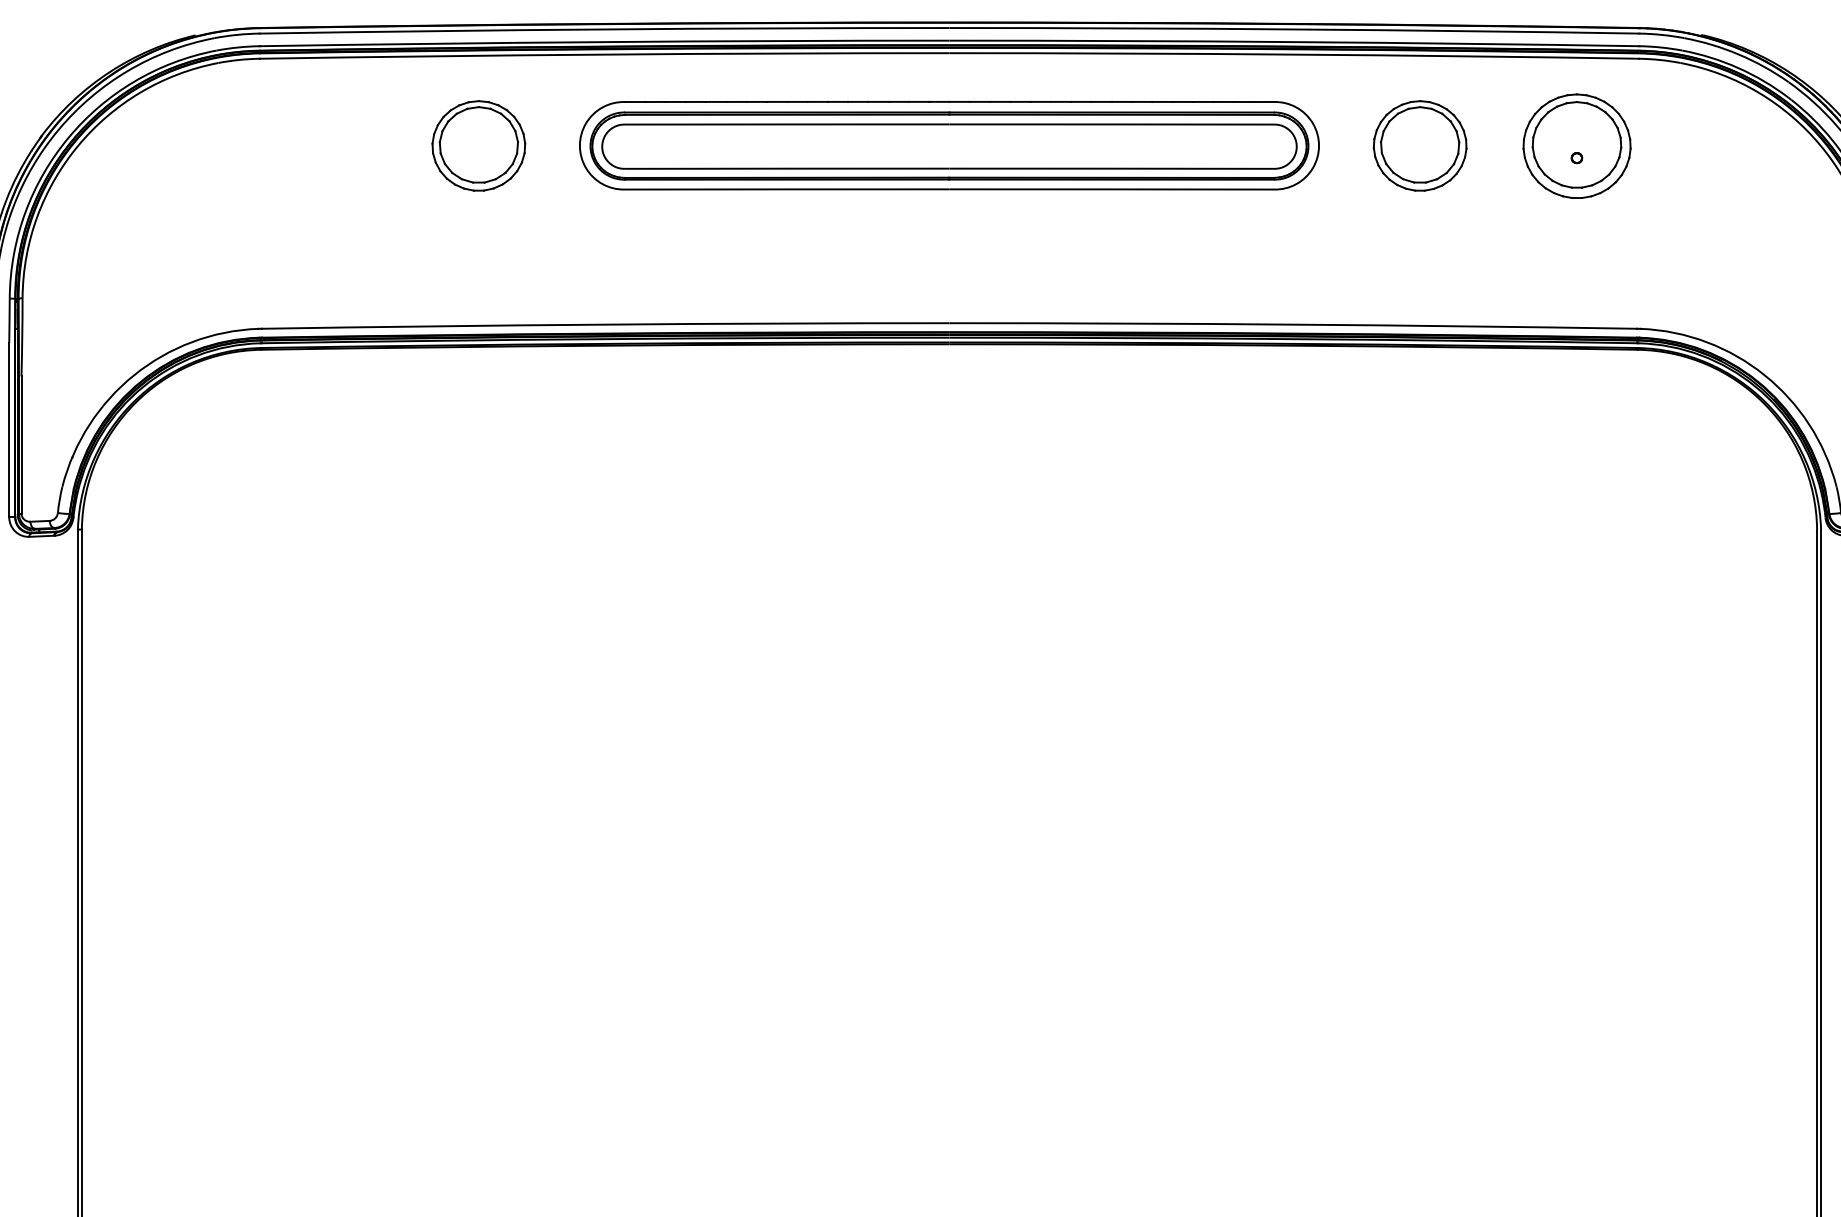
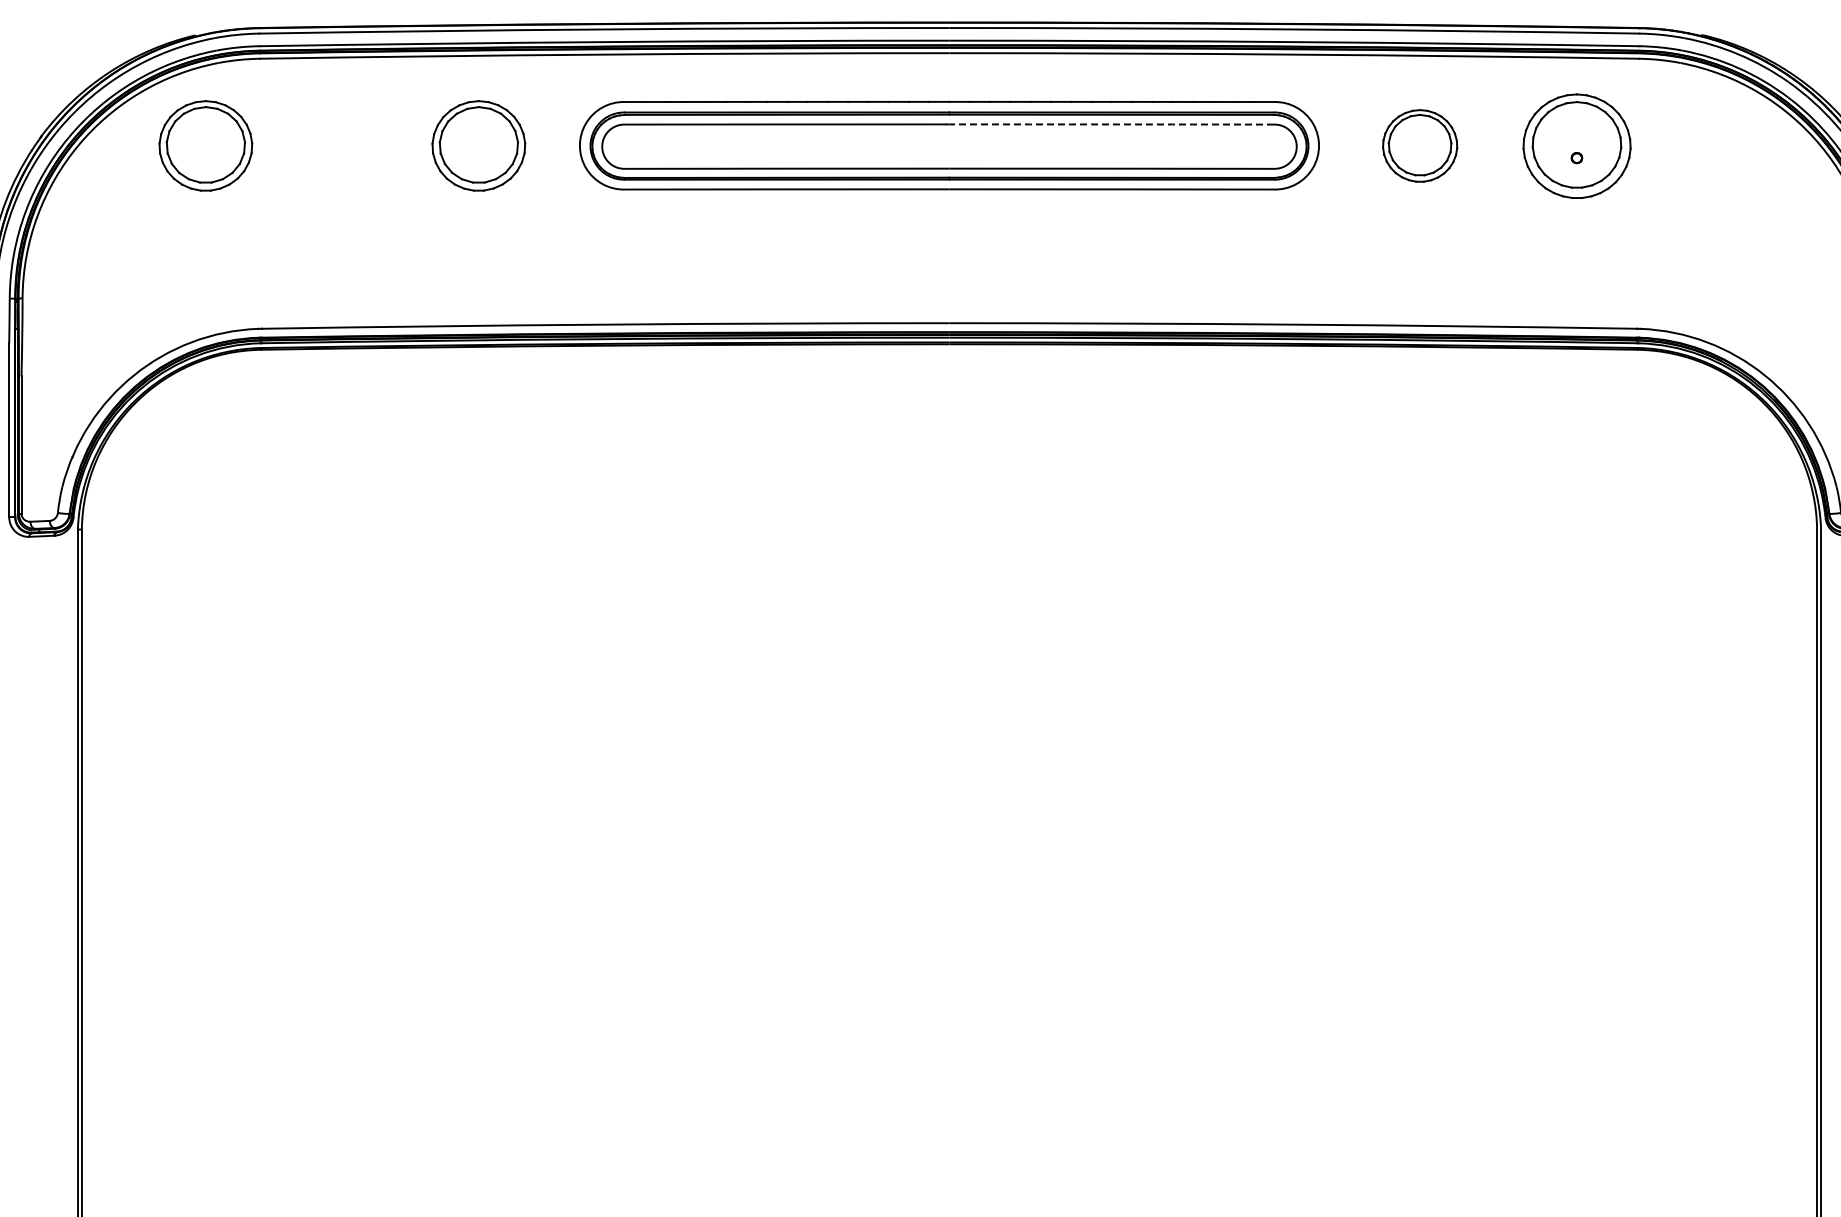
arc at (1111, 124): solid -> dashed
part at (205, 145): none -> present
part at (1419, 145) size: 96x92 px -> 77x74 px
